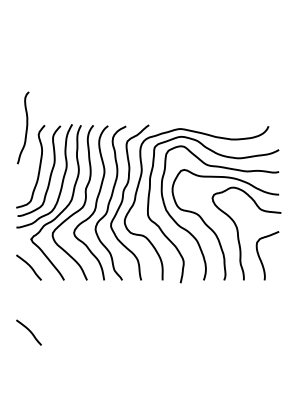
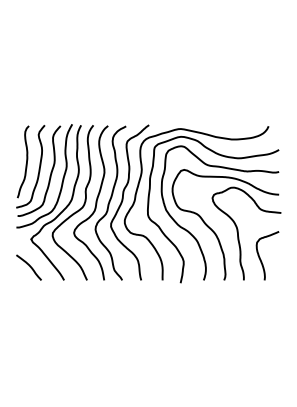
curve at (26, 127) position: (26, 127) -> (26, 161)
curve at (29, 331): present -> none
